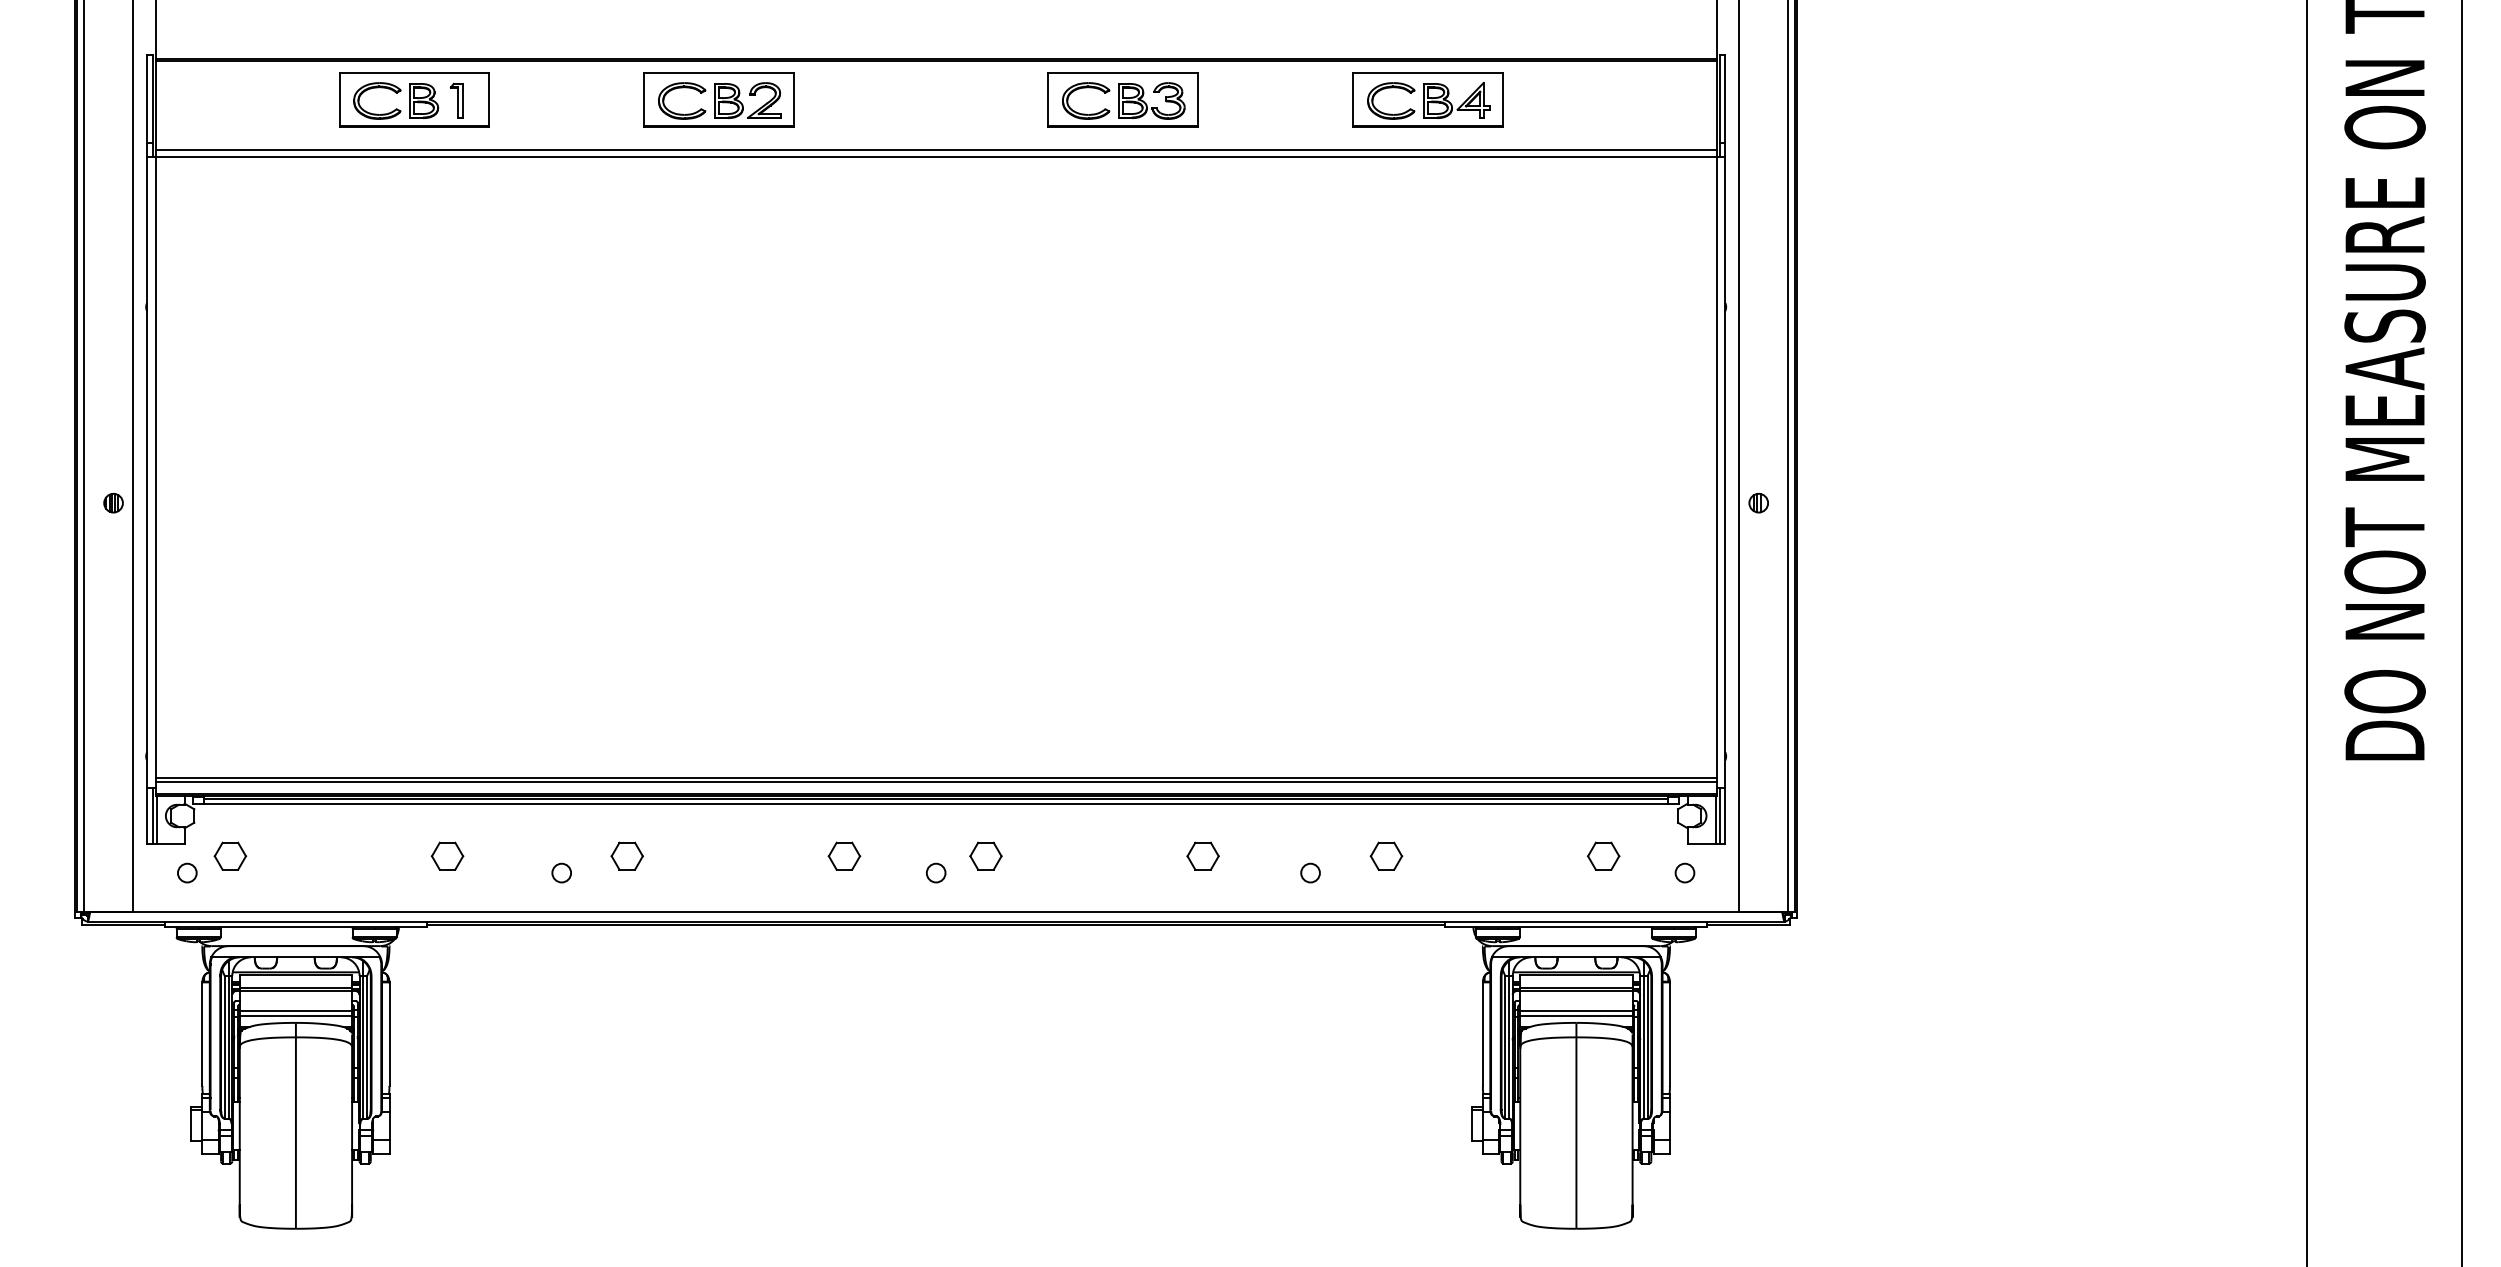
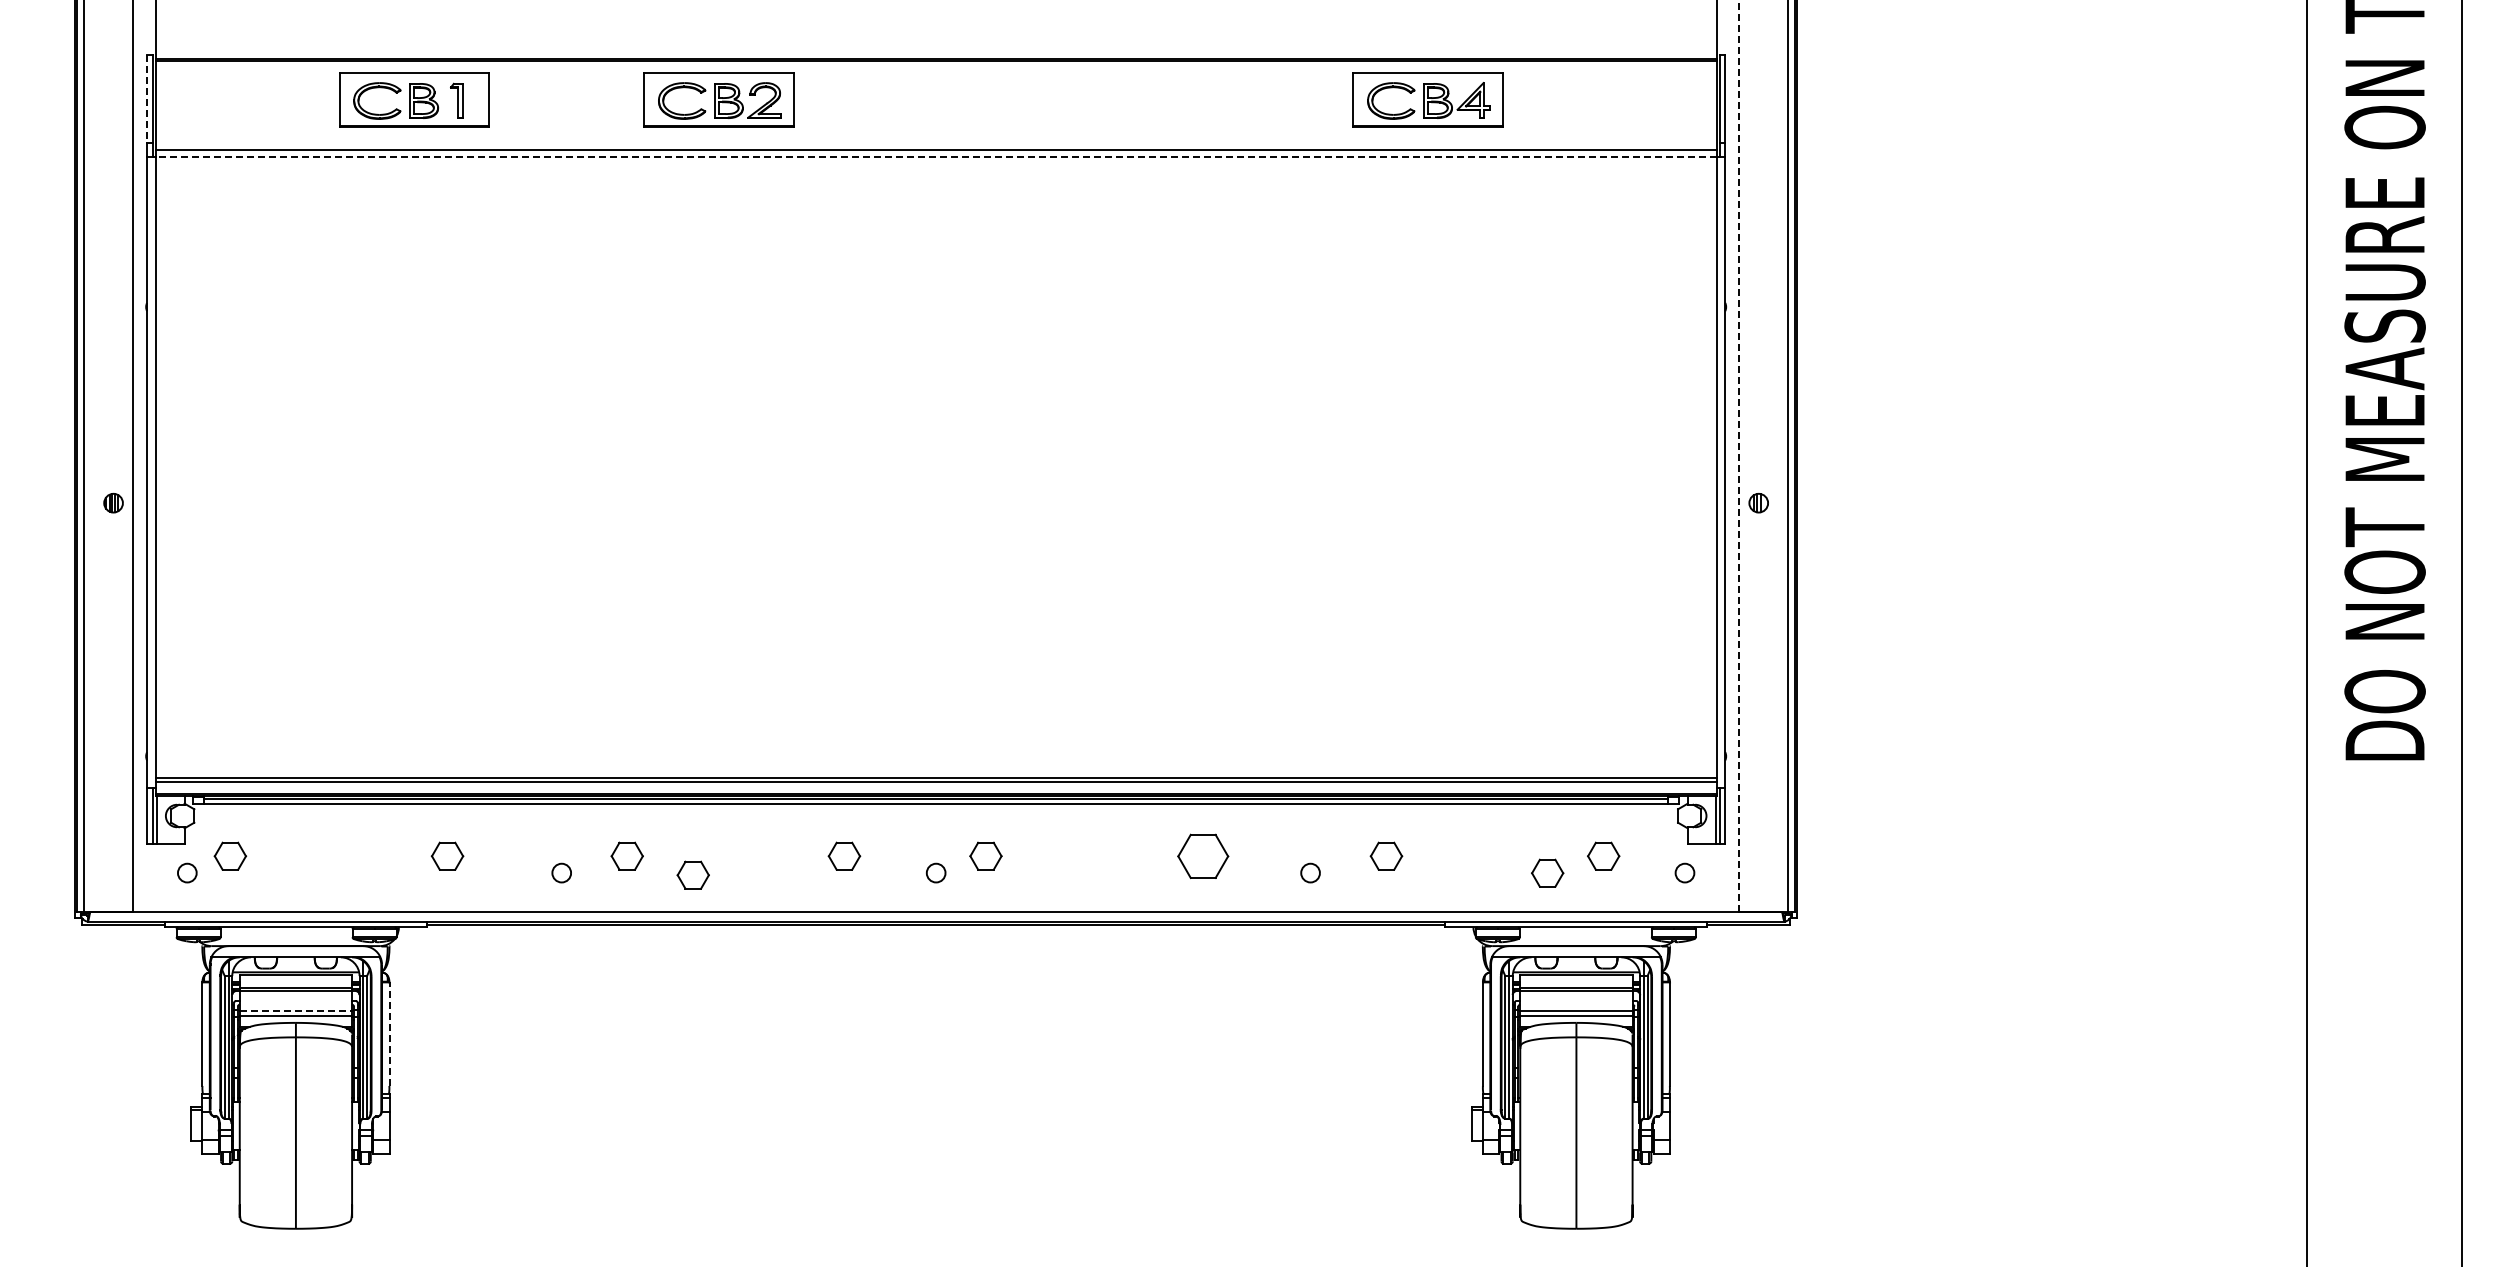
line at (147, 99): solid -> dashed
part at (1122, 99): present -> none
line at (936, 156): solid -> dashed
line at (1739, 456): solid -> dashed
part at (1202, 855) size: 34x30 px -> 53x46 px
part at (1547, 872): none -> present
part at (692, 874): none -> present
line at (296, 1011): solid -> dashed
line at (389, 1034): solid -> dashed
